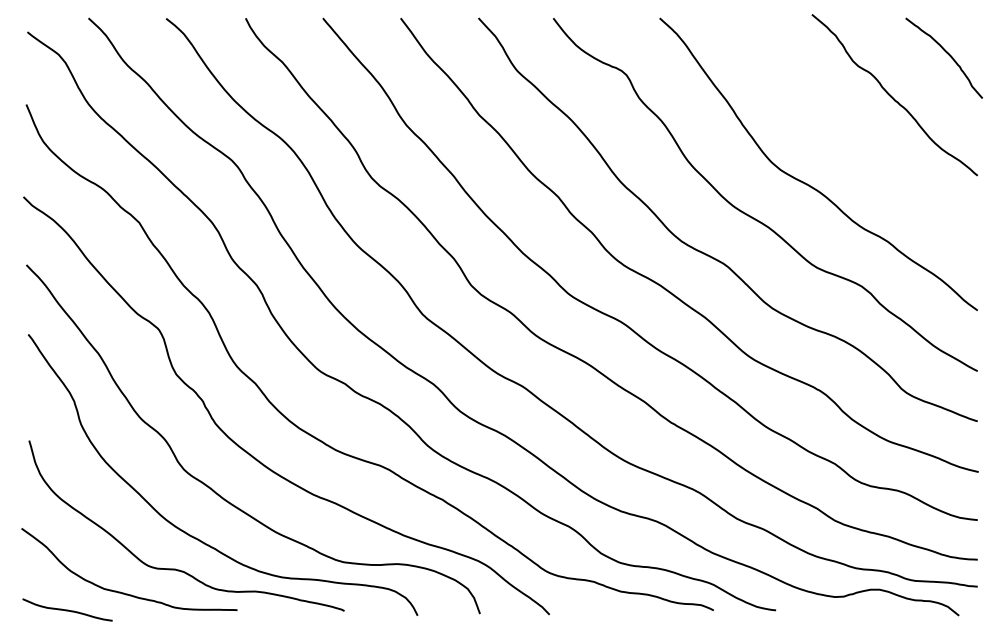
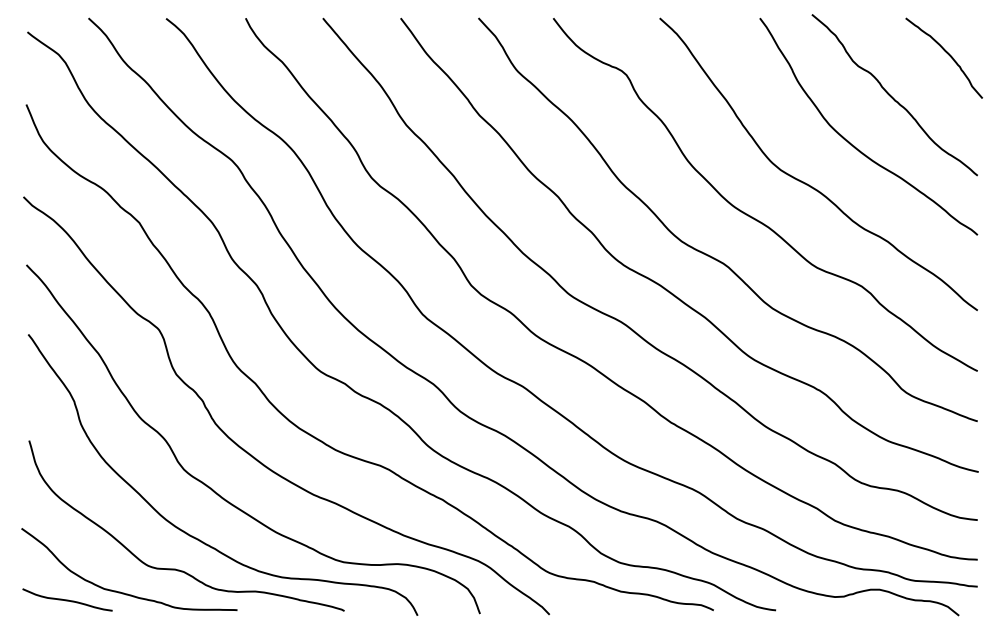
curve at (854, 145): none -> present
curve at (67, 609) position: (67, 609) -> (67, 599)
